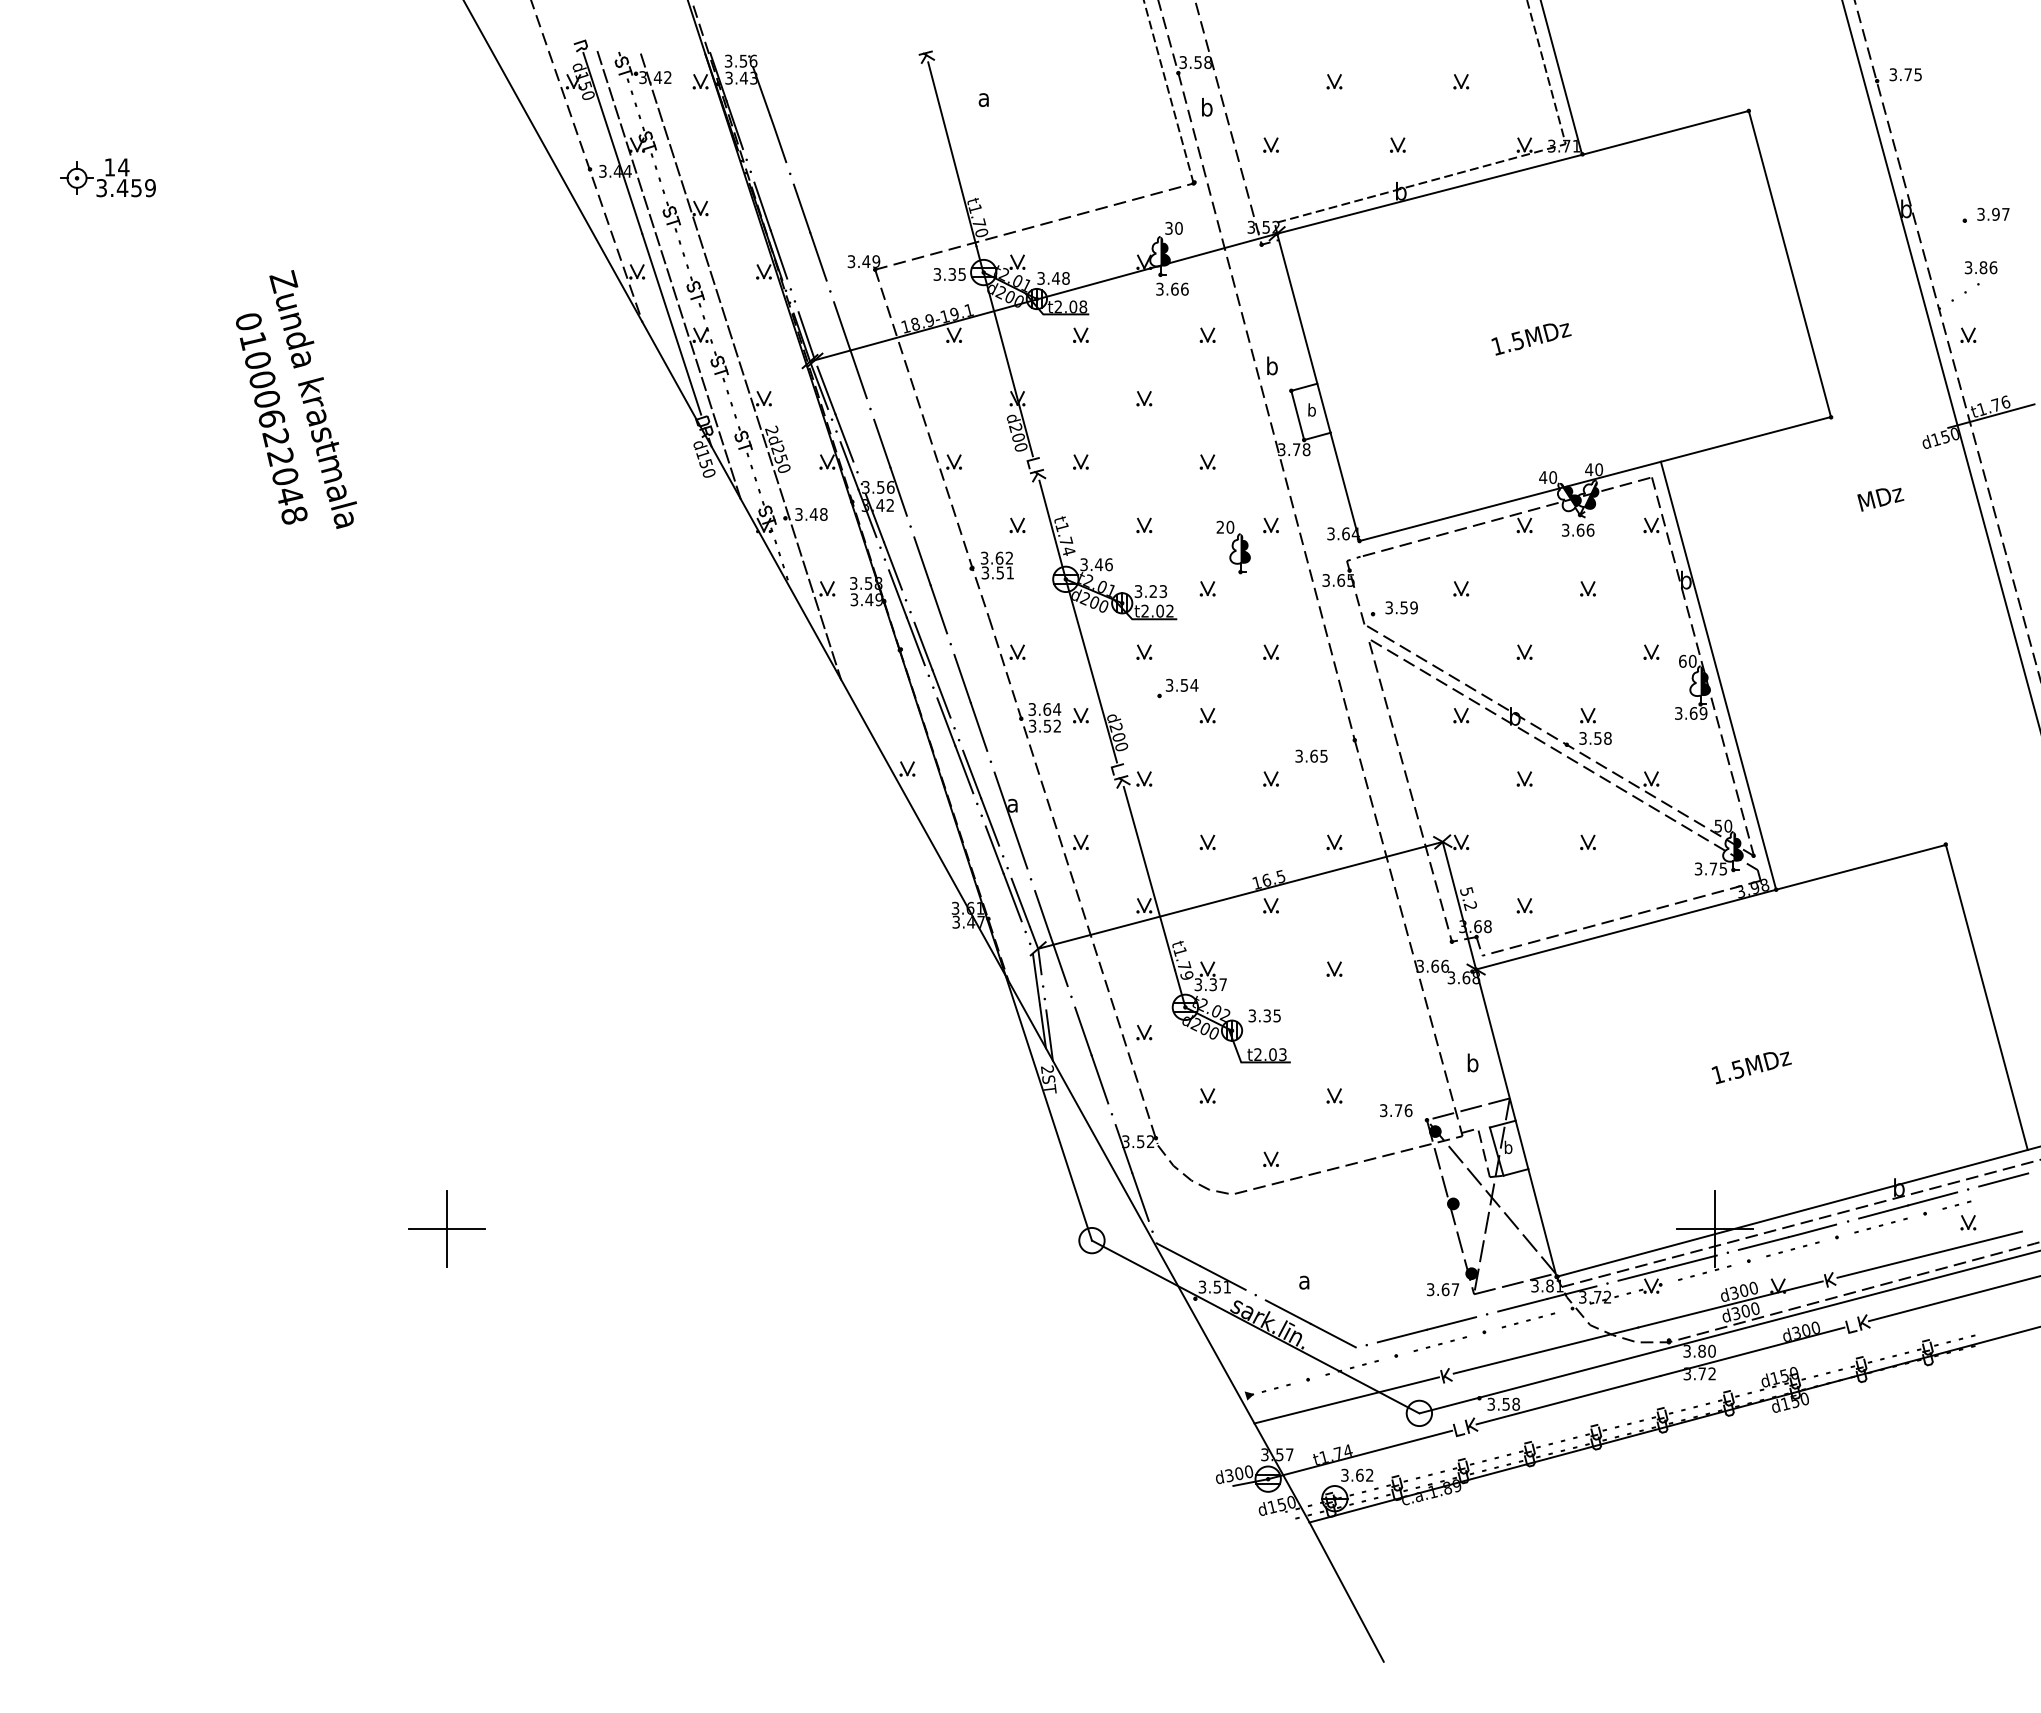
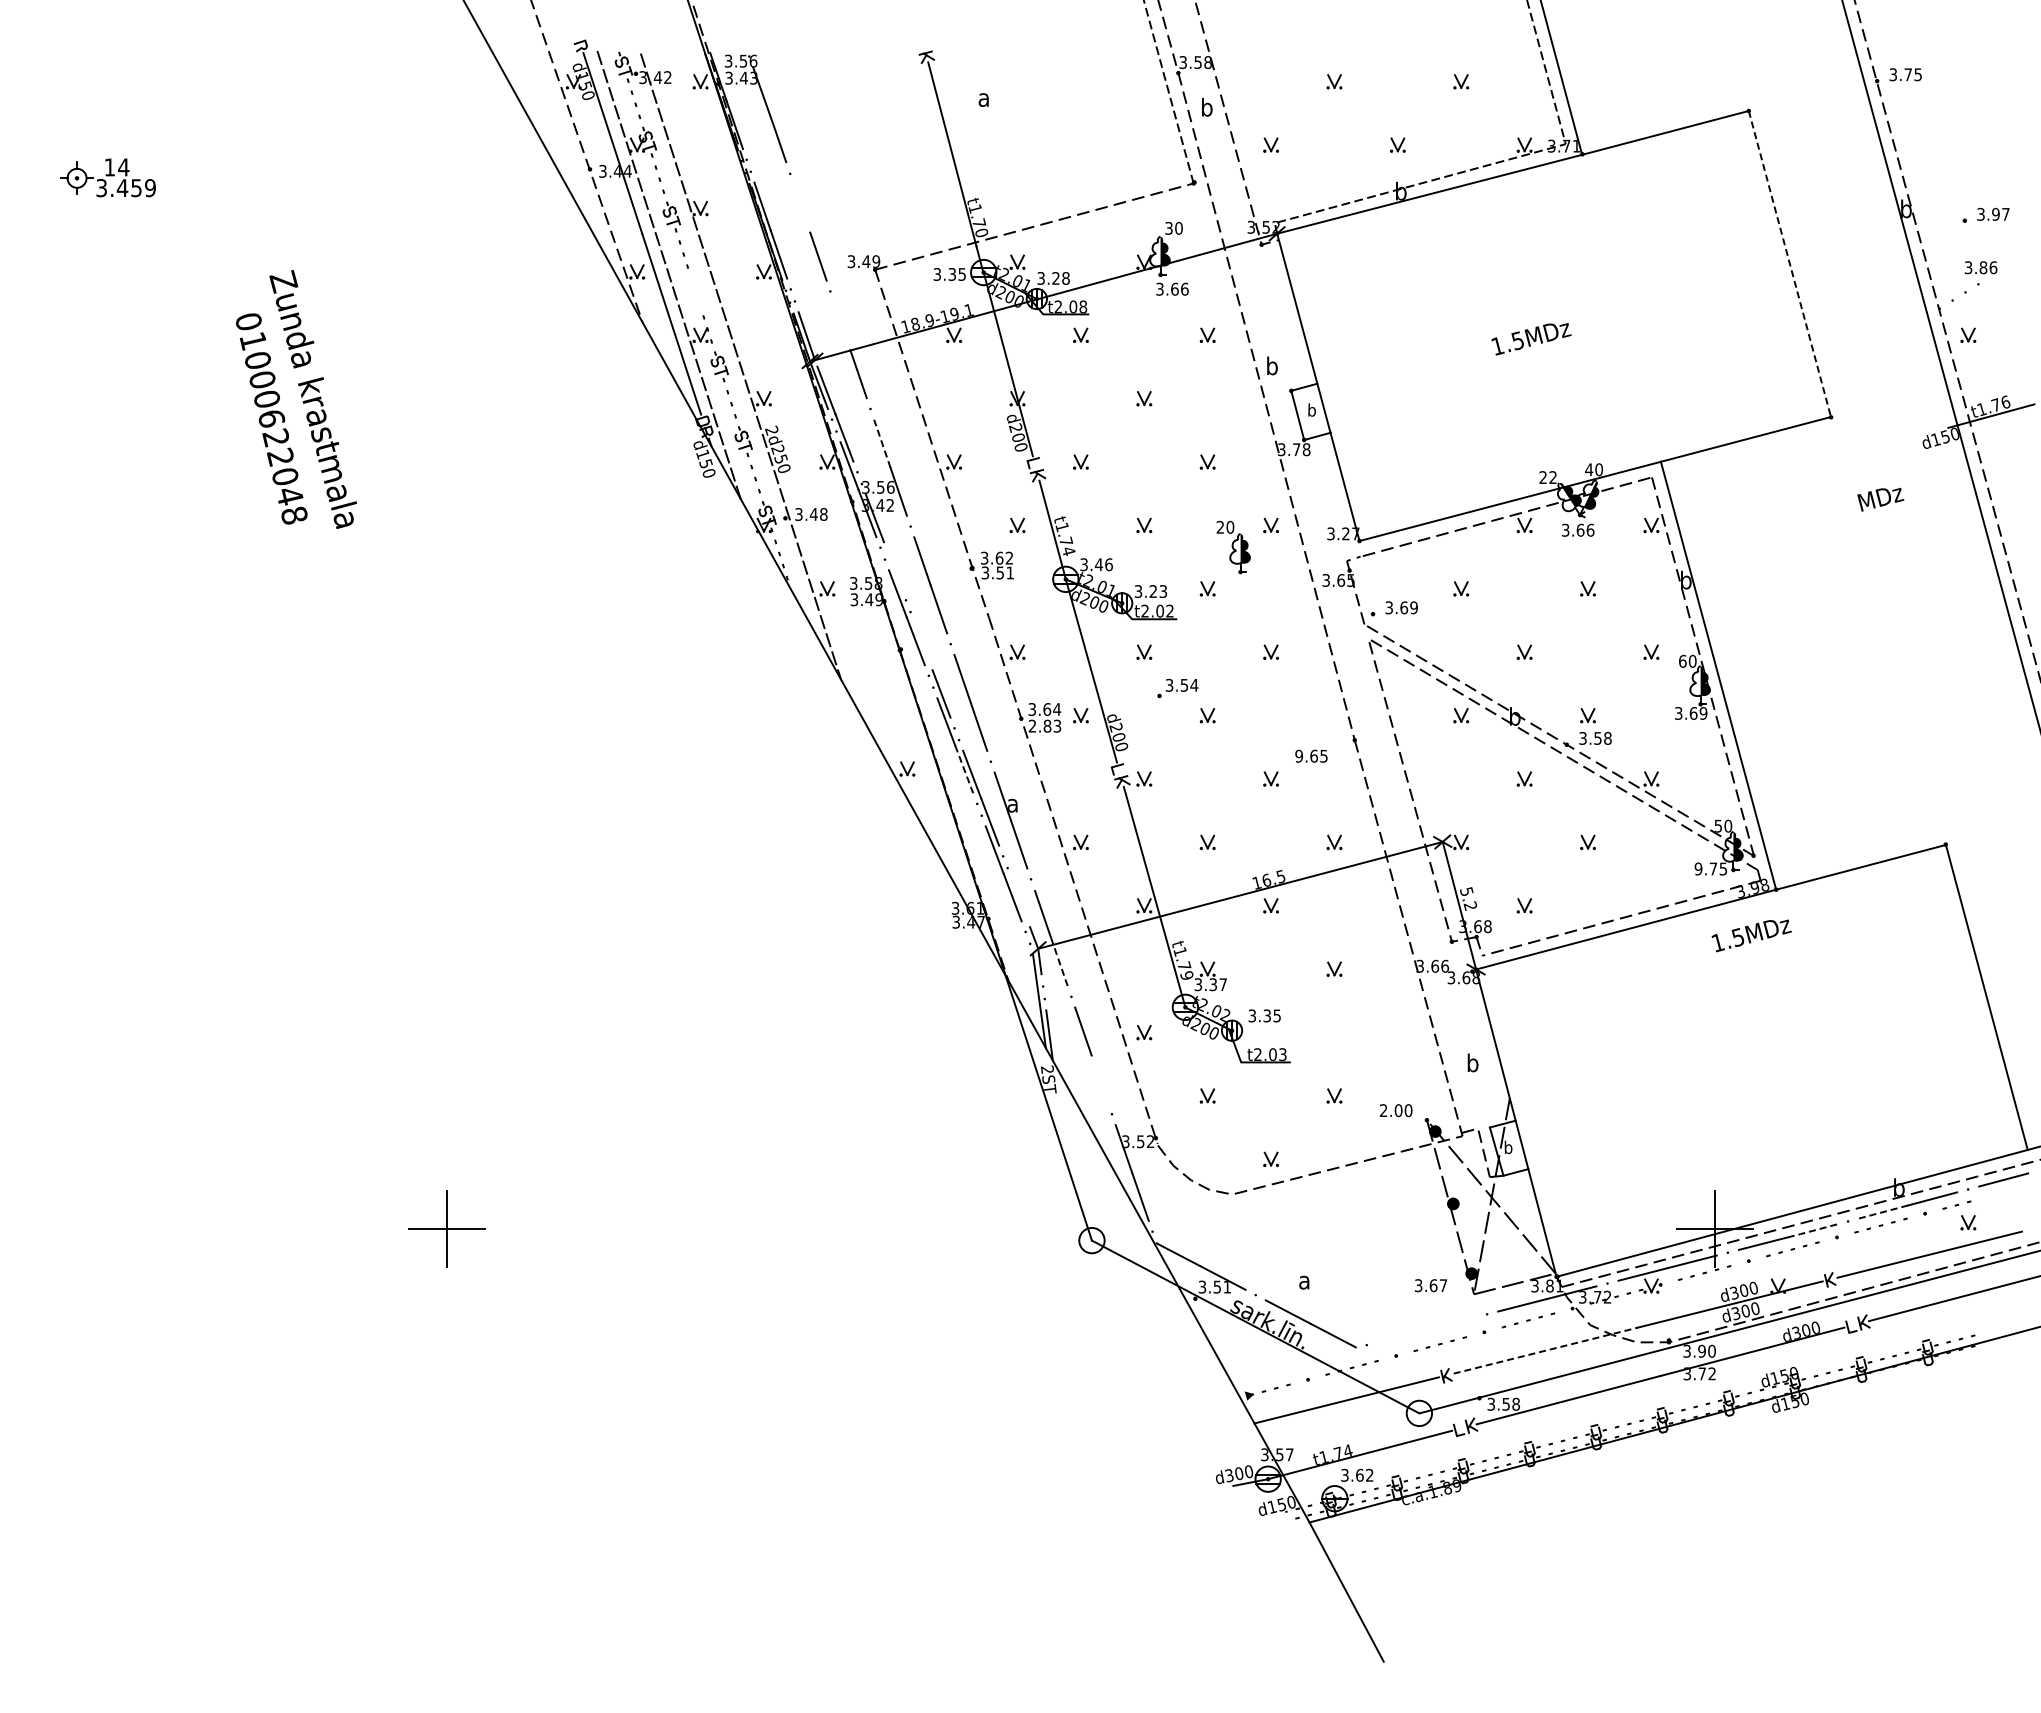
line at (801, 208): present -> none
line at (1790, 264): solid -> dashed
text at (1055, 278): 3.48 -> 3.28
part at (695, 291): present -> none
line at (842, 326): present -> none
line at (882, 443): solid -> dashed
text at (1548, 477): 40 -> 22
text at (1350, 533): 3.64 -> 3.27
line at (892, 565): present -> none
text at (1404, 607): 3.59 -> 3.69
line at (923, 646): present -> none
text at (1044, 725): 3.52 -> 2.83
text at (1298, 755): 3.65 -> 9.65
line at (964, 769): solid -> dashed
text at (1698, 868): 3.75 -> 9.75
line at (1020, 902): present -> none
line at (1059, 961): solid -> dashed
text at (1751, 1067) position: (1751, 1067) -> (1751, 935)
line at (1099, 1079): present -> none
line at (1467, 1109): present -> none
text at (1396, 1110): 3.76 -> 2.00
line at (1883, 1212): solid -> dashed
line at (1811, 1231): solid -> dashed
text at (1443, 1289) position: (1443, 1289) -> (1431, 1285)
line at (1427, 1329): present -> none
line at (1546, 1350): solid -> dashed
text at (1701, 1351): 3.80 -> 3.90
